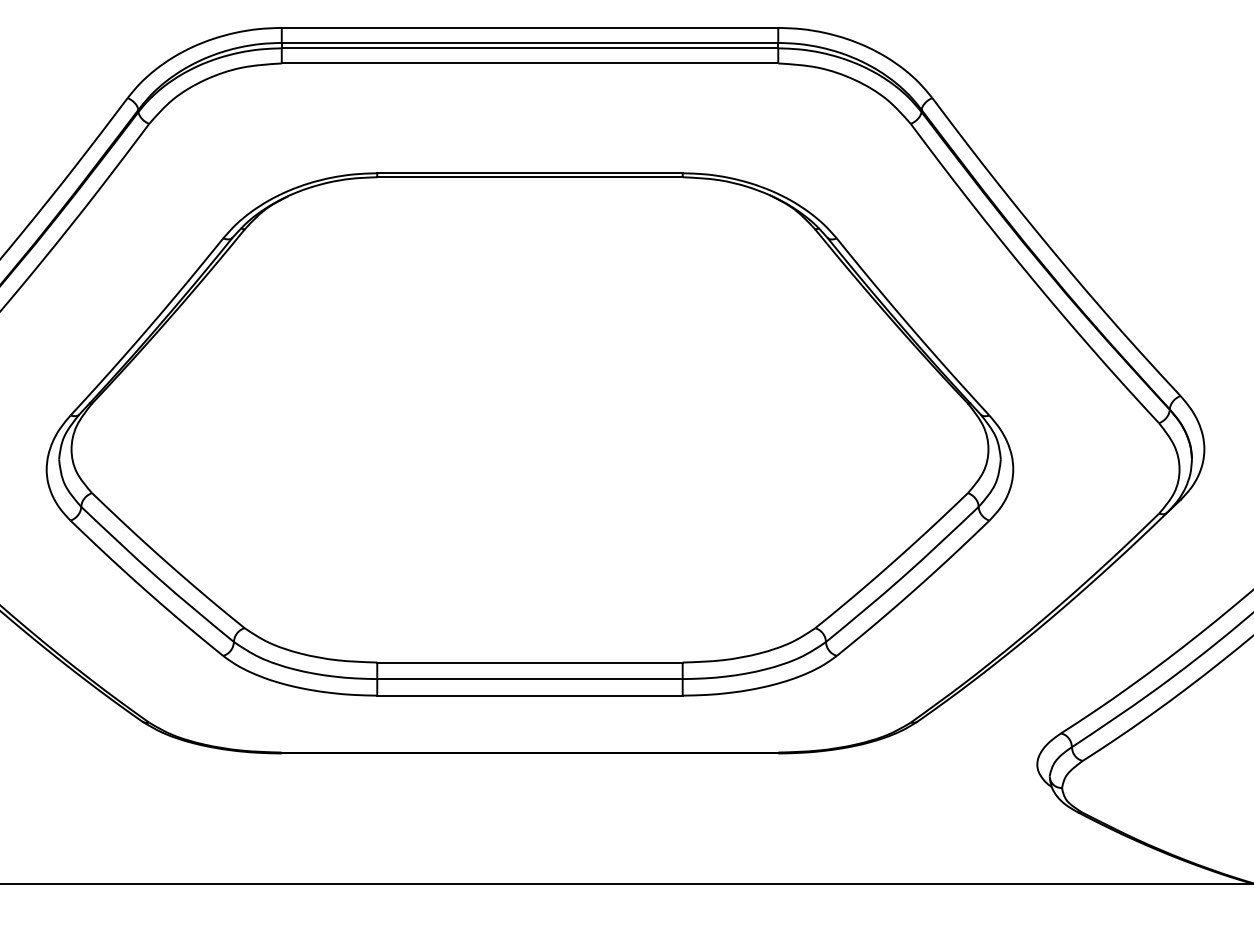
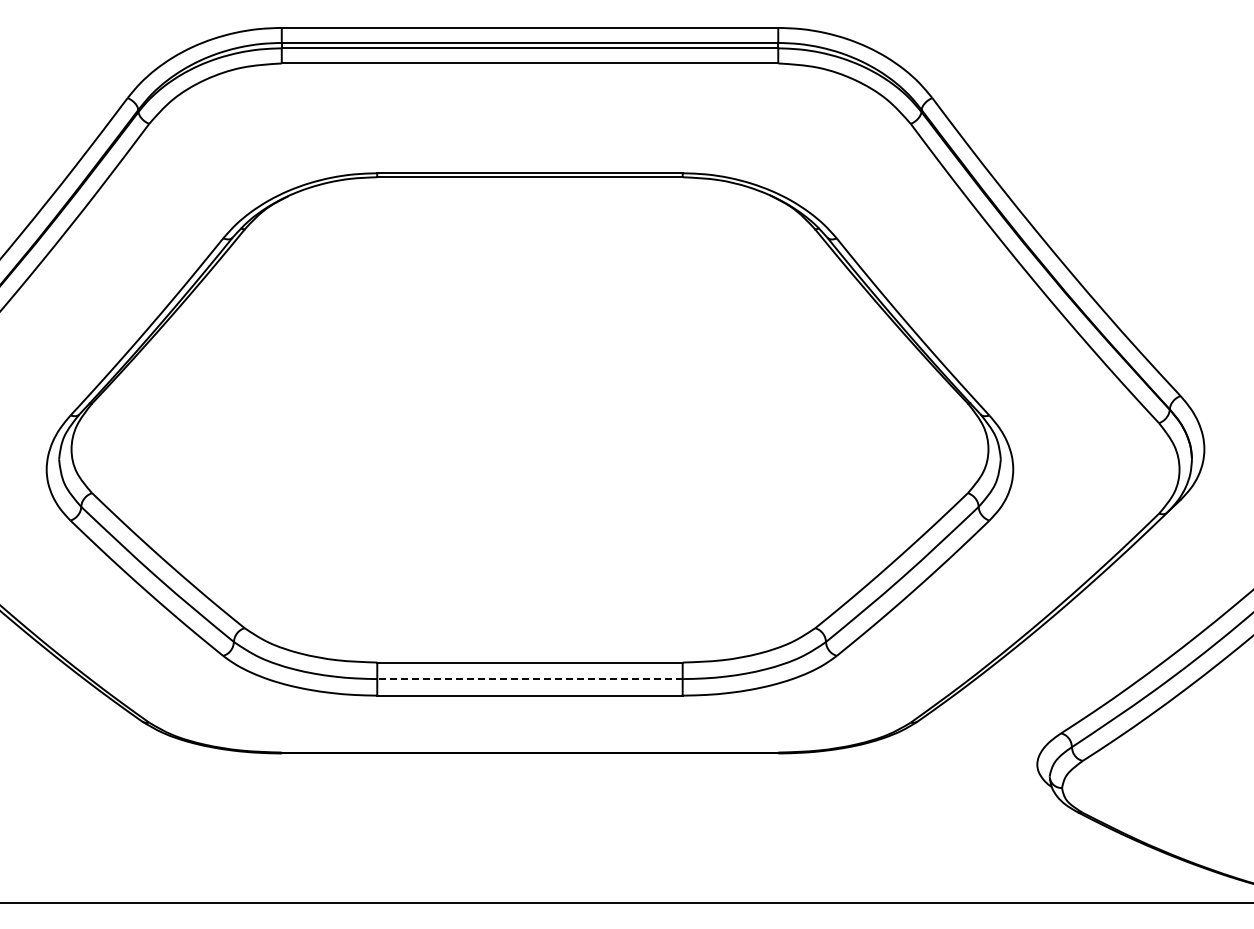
line at (529, 679): solid -> dashed
line at (626, 883) position: (626, 883) -> (626, 902)
